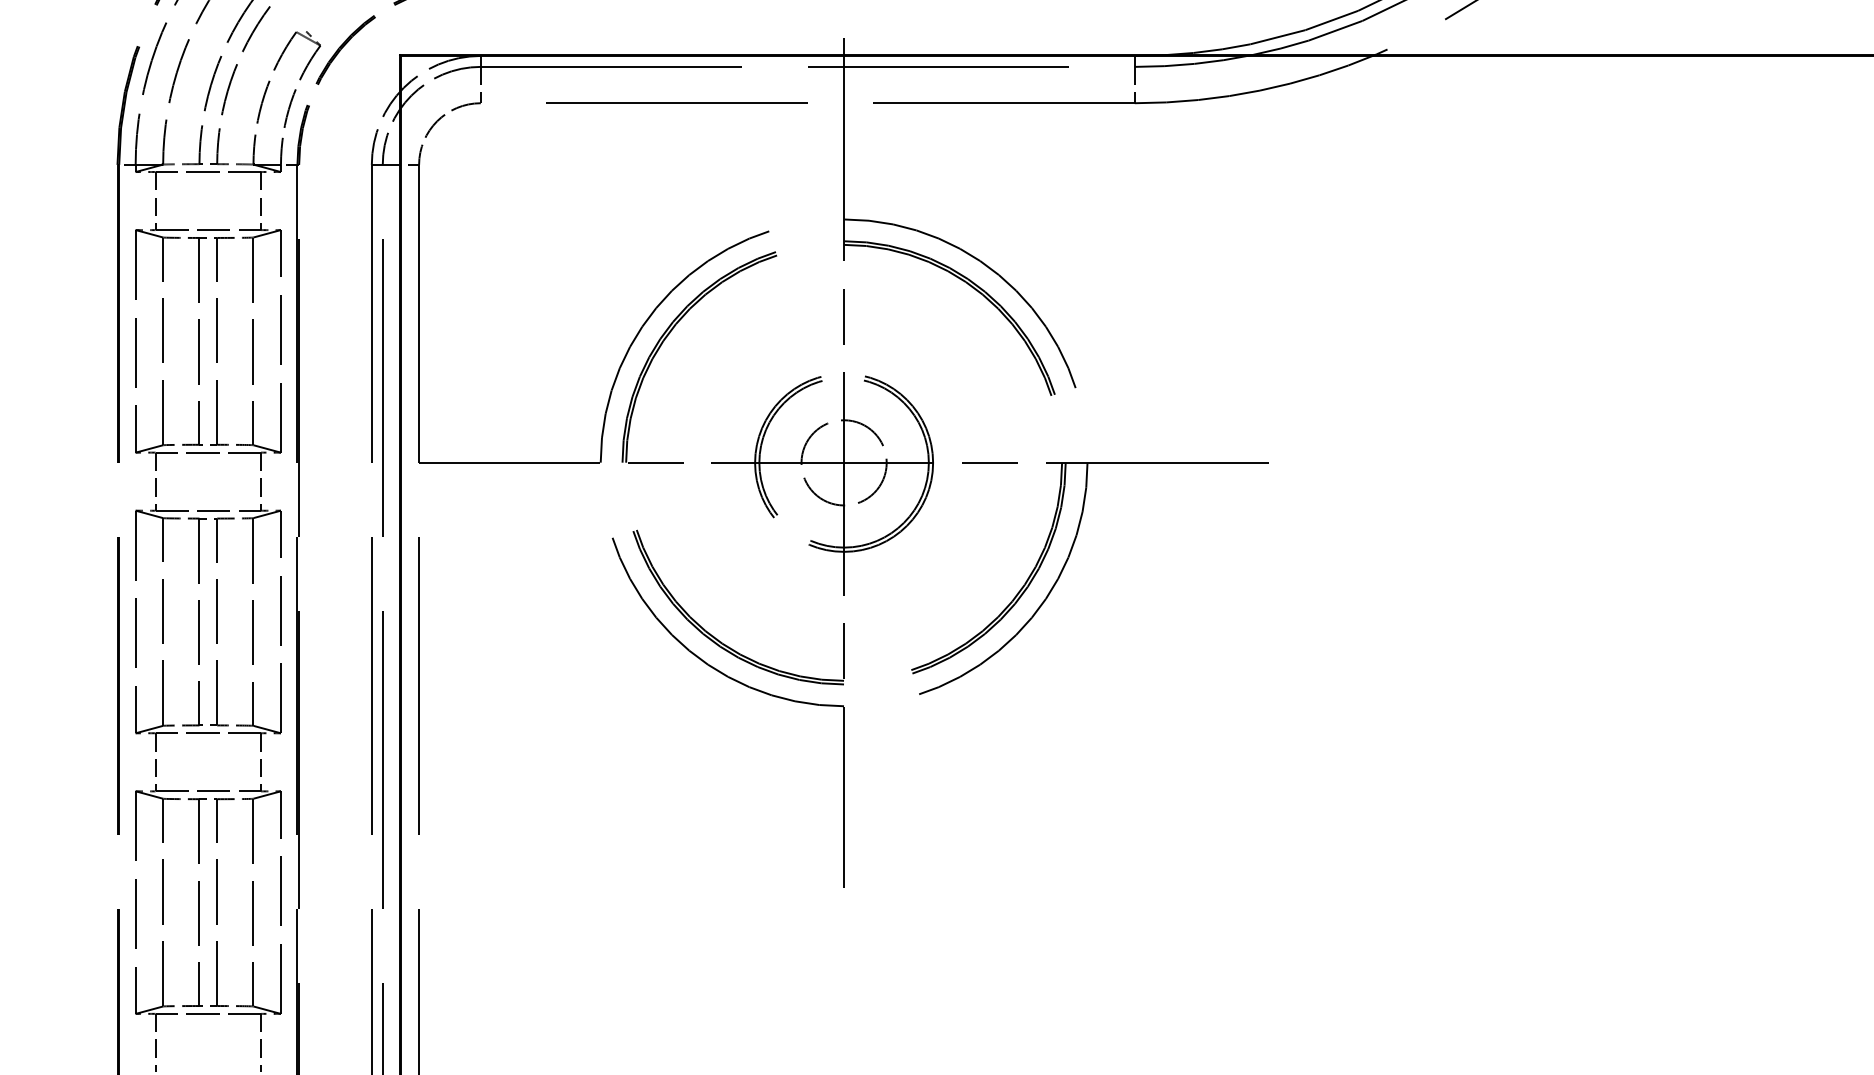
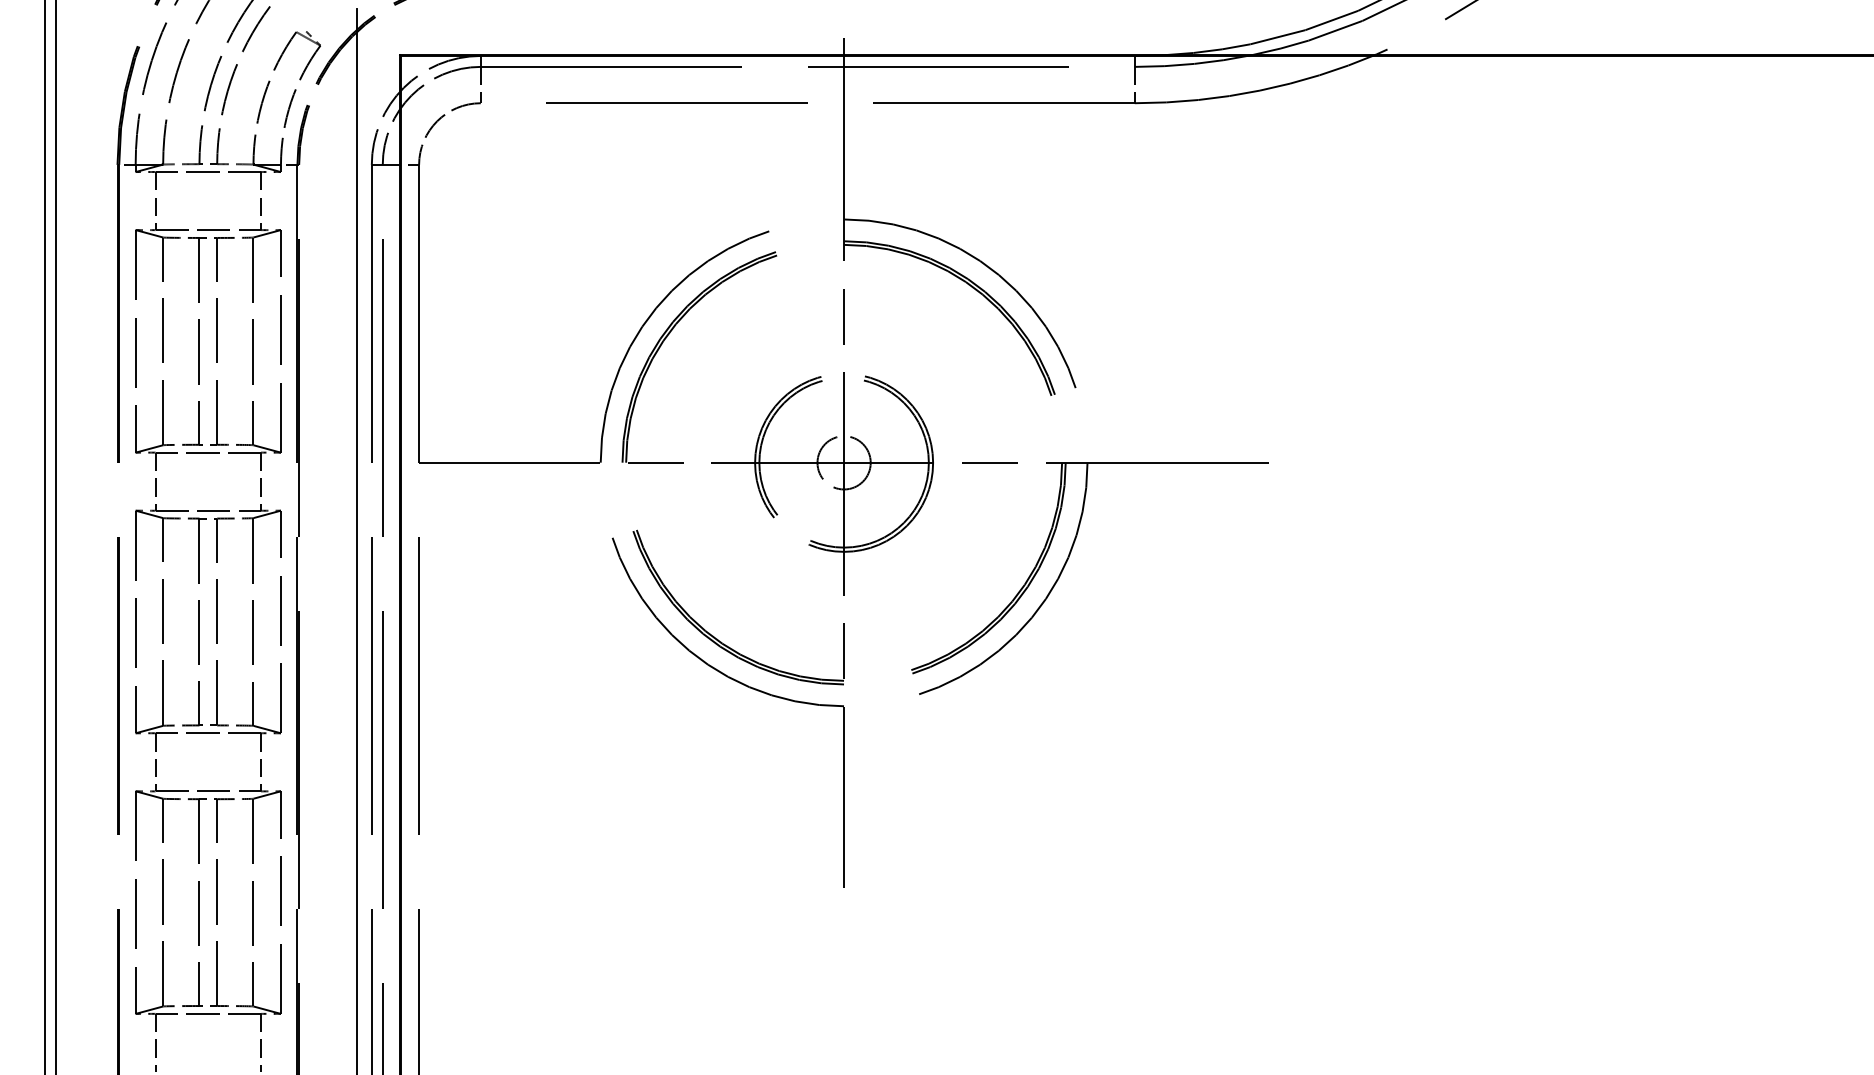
circle at (843, 462) diameter: 85 px -> 53 px
line at (44, 536): none -> present
line at (56, 536): none -> present
line at (357, 539): none -> present
